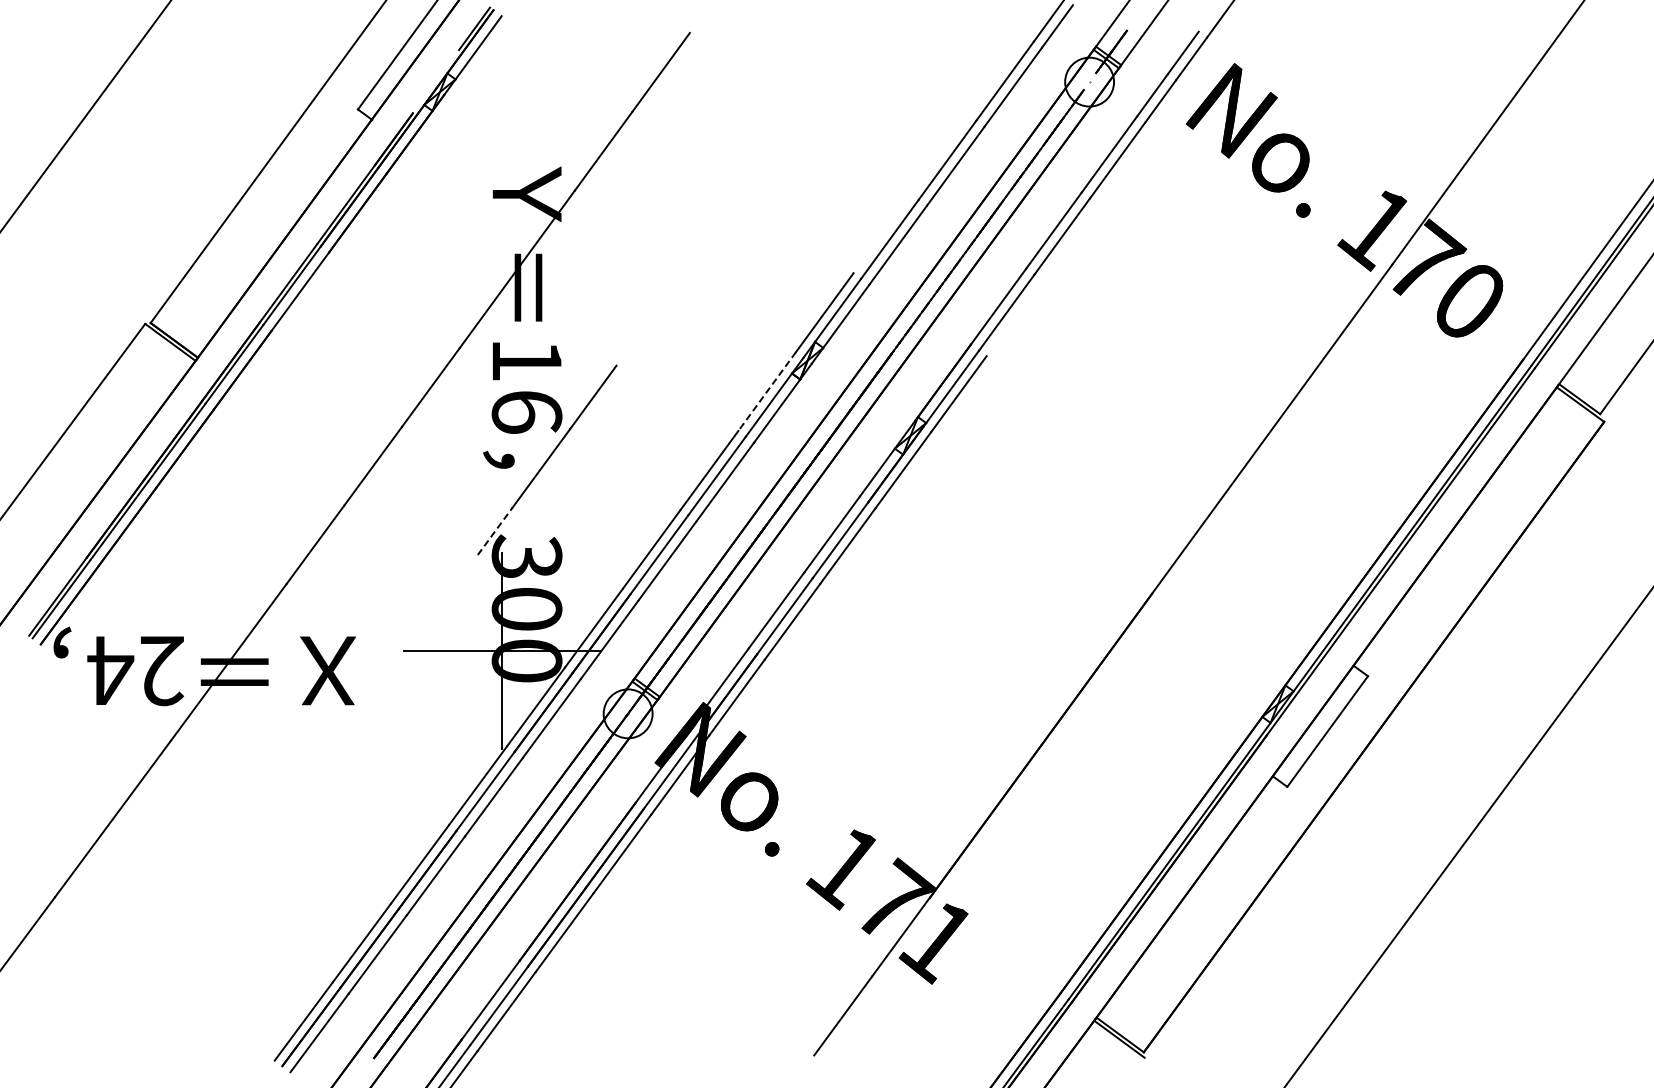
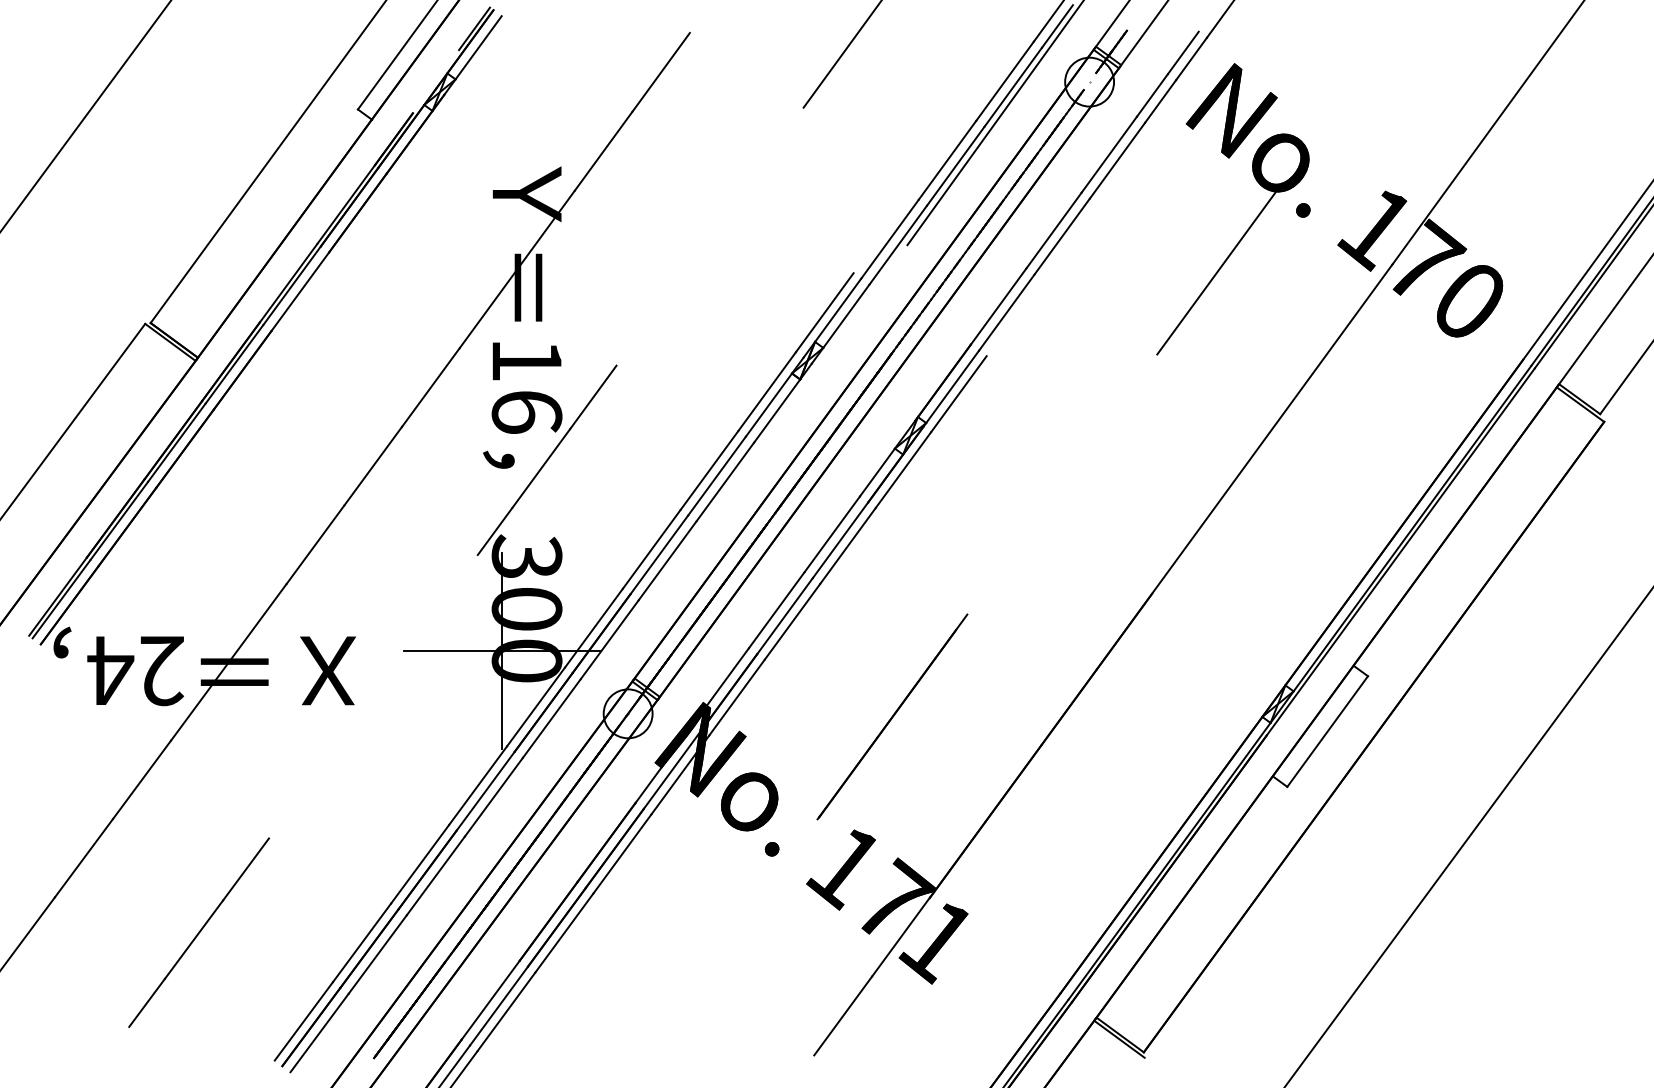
line at (841, 54): none -> present
line at (994, 123): none -> present
line at (1219, 268): none -> present
line at (767, 391): dashed -> solid
line at (495, 531): dashed -> solid
line at (892, 716): none -> present
line at (199, 932): none -> present
